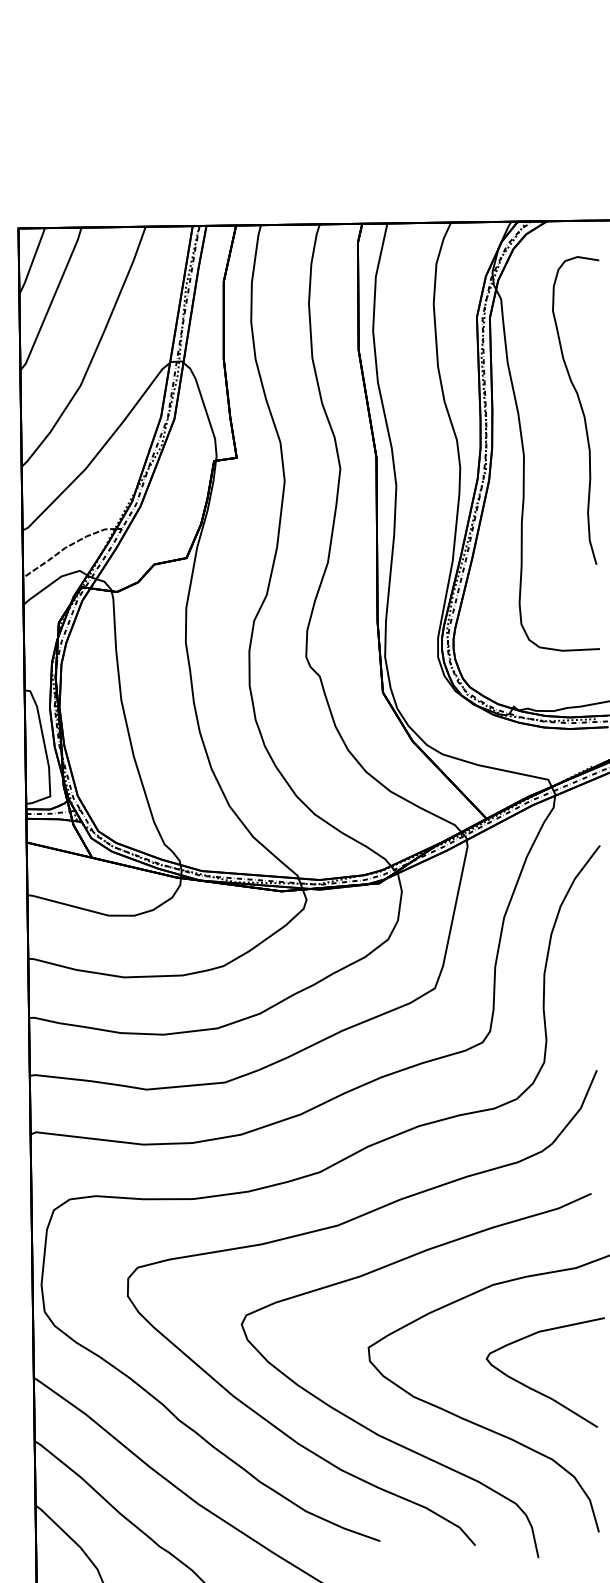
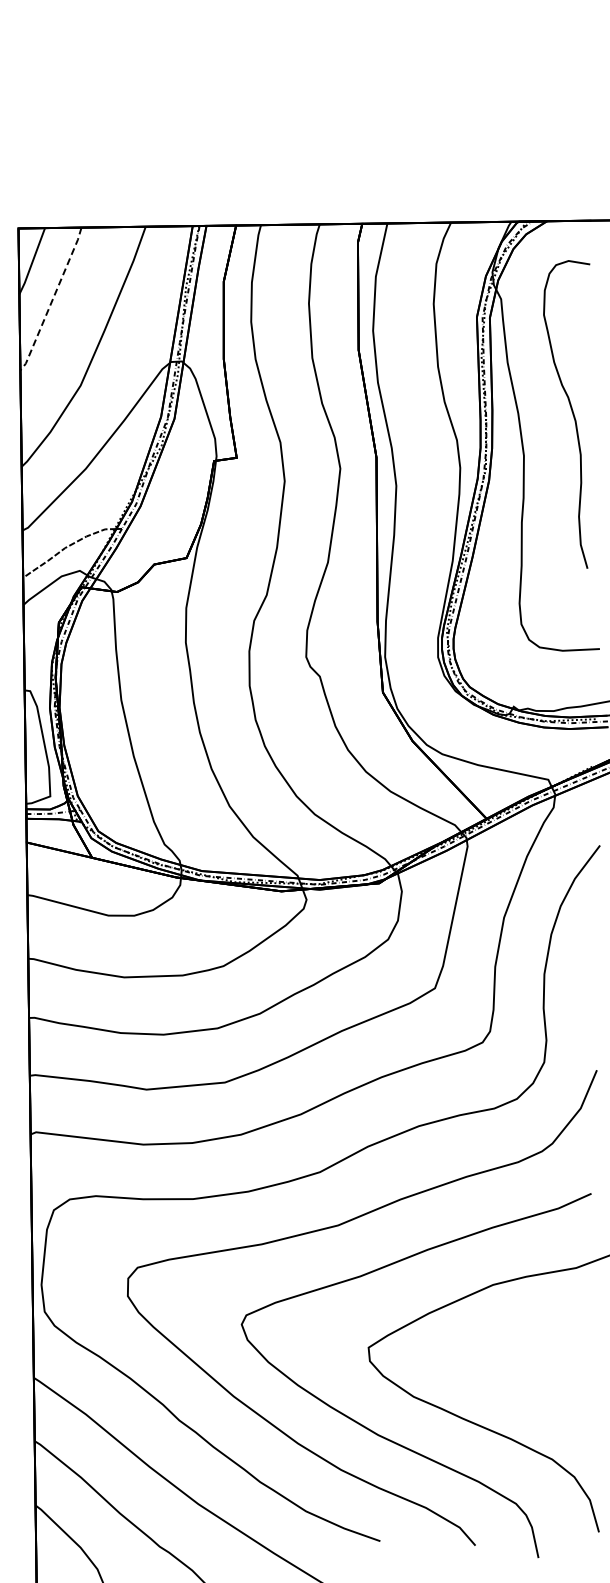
line at (52, 300): solid -> dashed
curve at (580, 407) position: (580, 407) -> (571, 411)
curve at (535, 1389): present -> none
